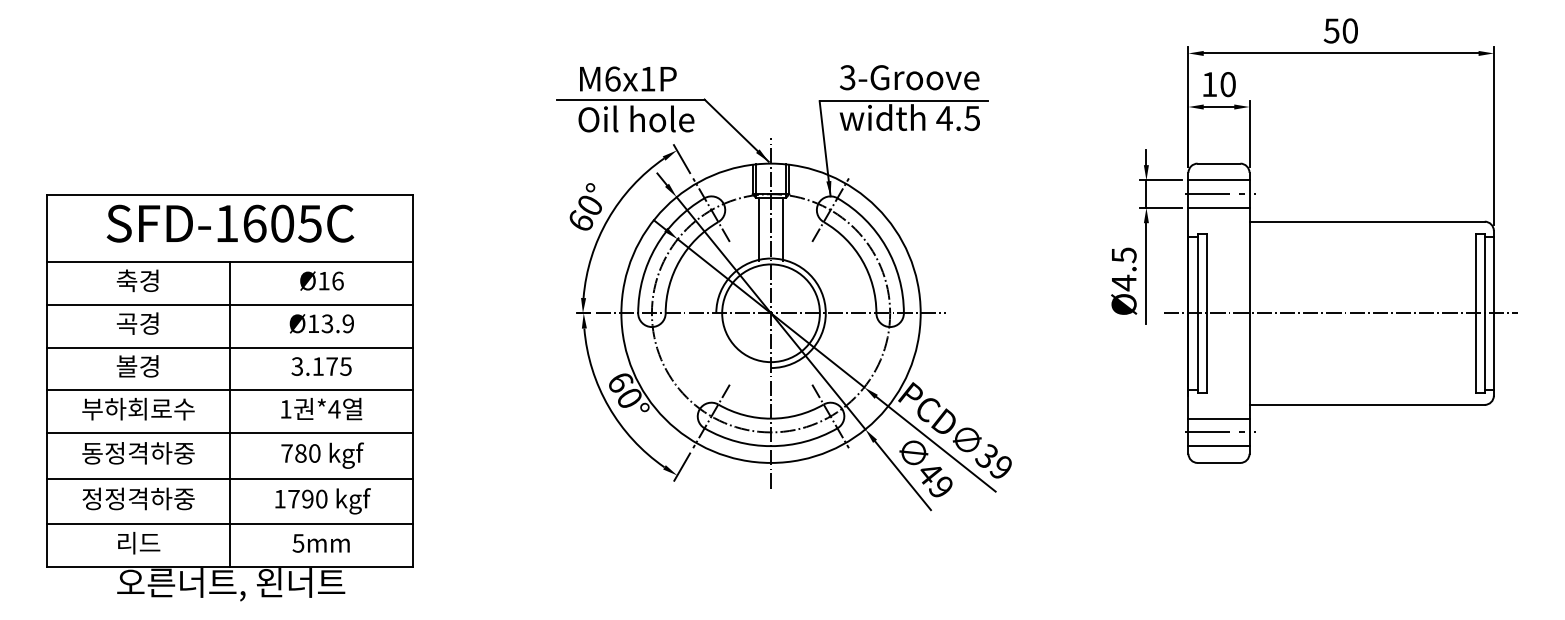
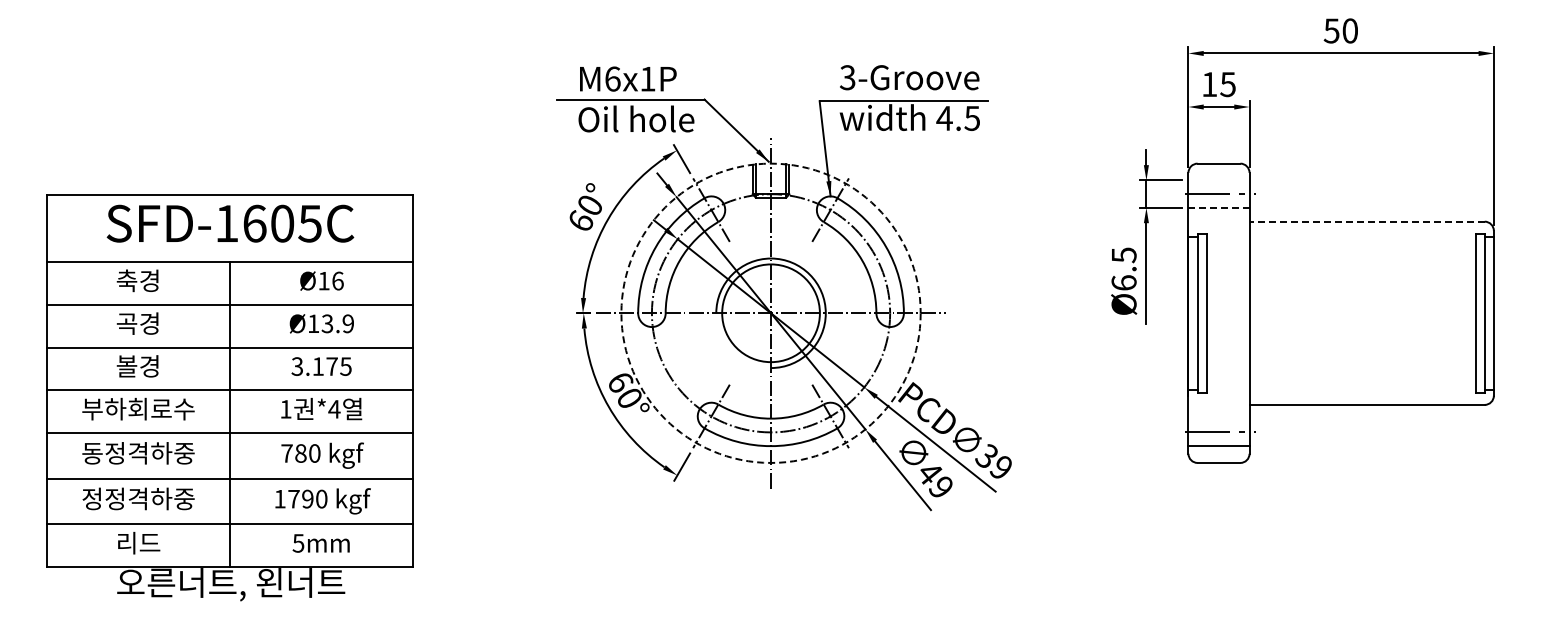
text at (1227, 84): 10 -> 15
line at (1218, 180): present -> none
line at (1219, 207): solid -> dashed
line at (1367, 221): solid -> dashed
line at (758, 228): present -> none
line at (783, 228): present -> none
text at (1123, 282): Ø4.5 -> Ø6.5
circle at (770, 312): solid -> dashed
line at (1340, 313): present -> none
line at (1218, 418): present -> none
